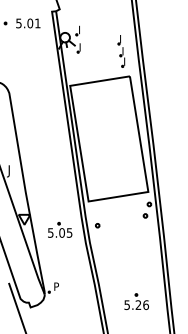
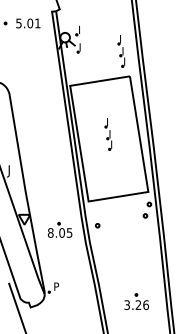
part at (108, 134): none -> present
text at (50, 232): 5.05 -> 8.05
text at (126, 304): 5.26 -> 3.26
